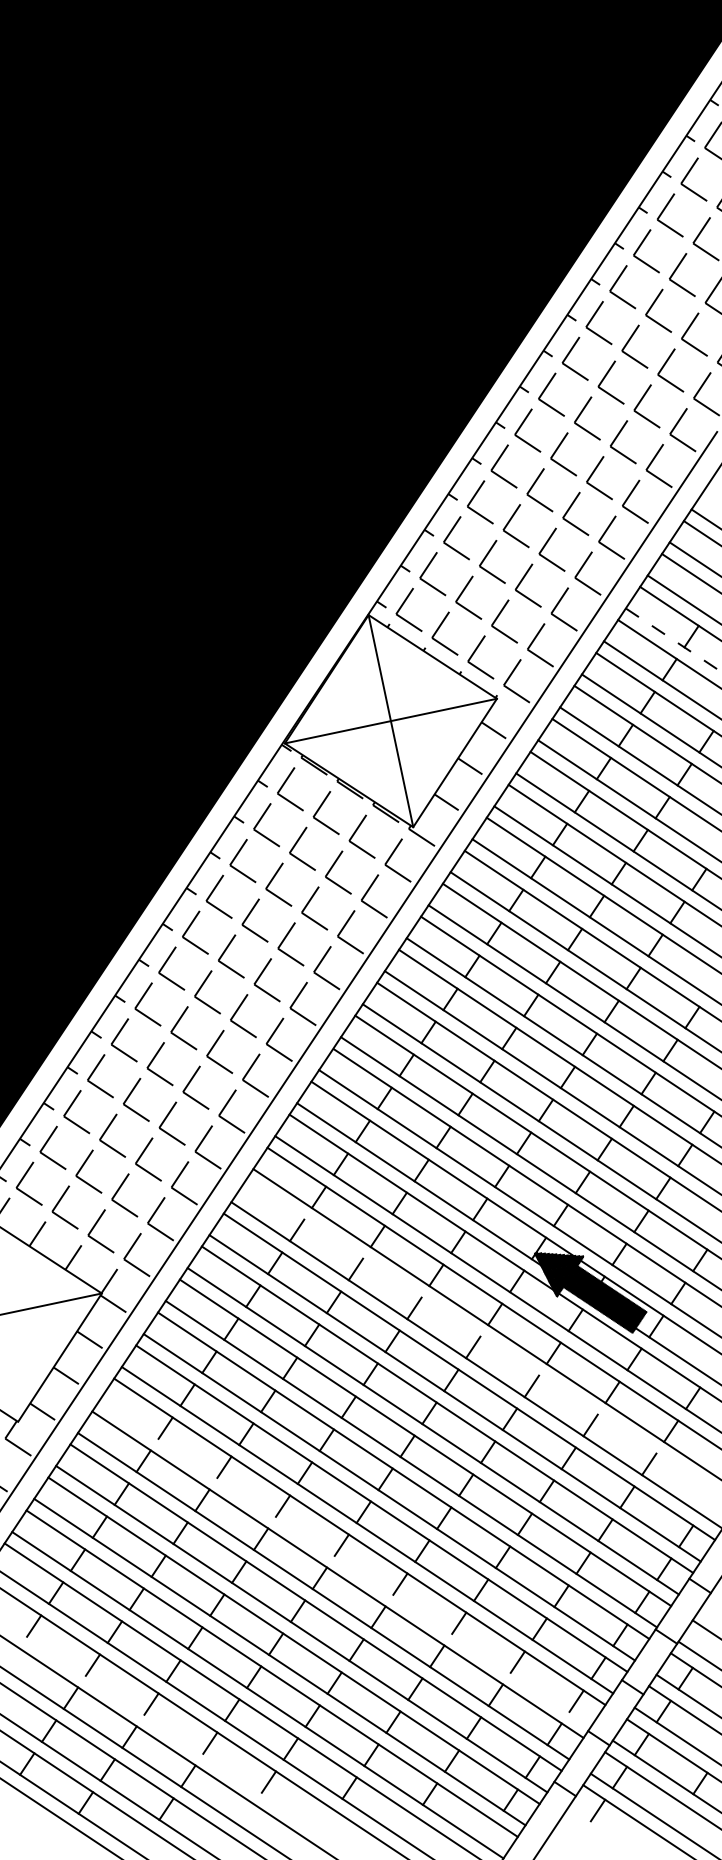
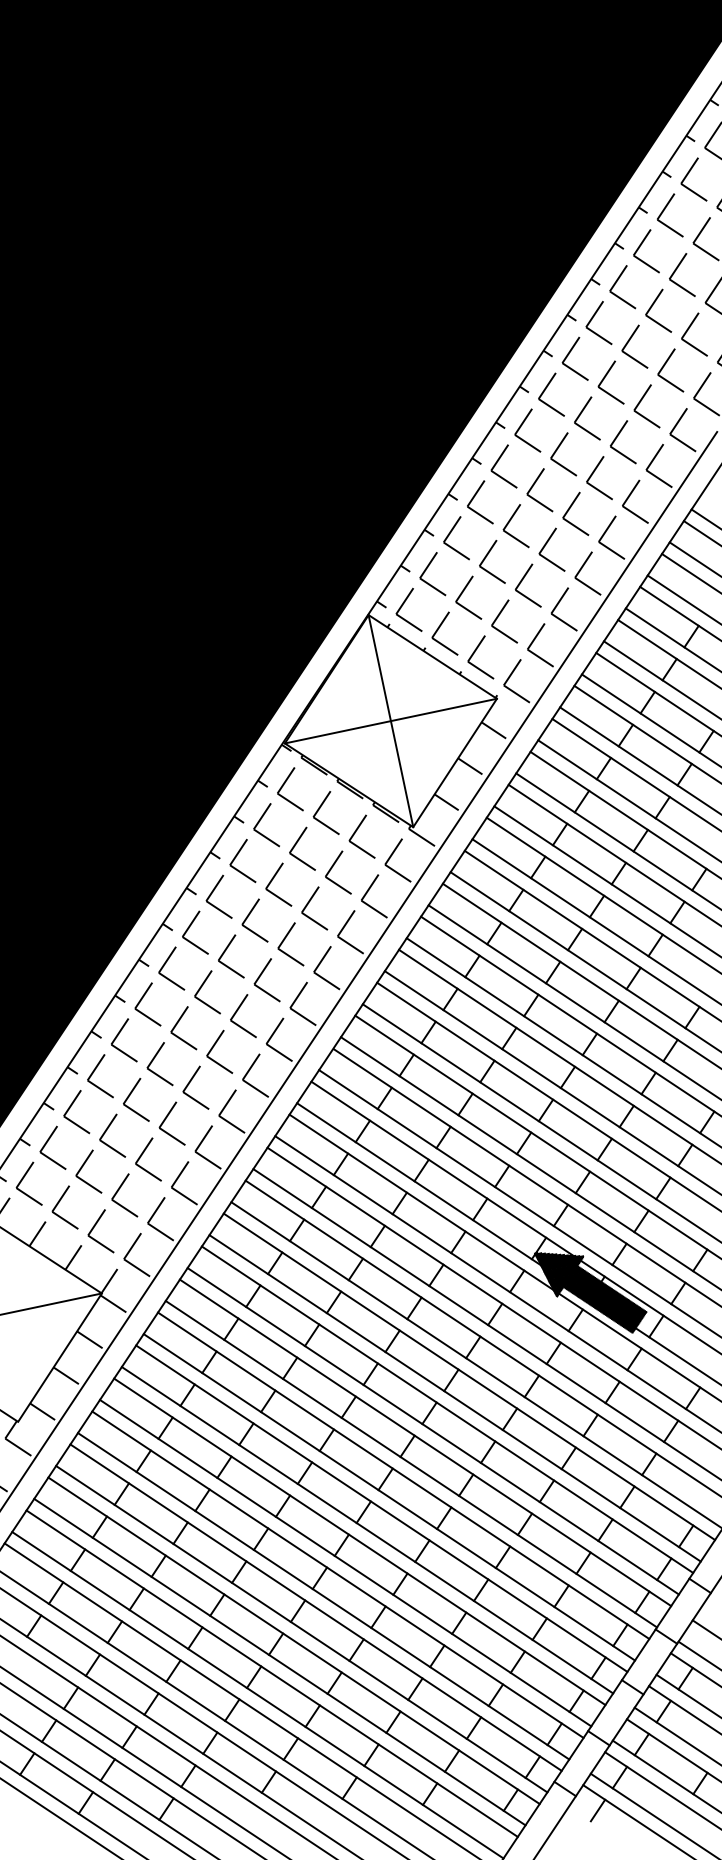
line at (674, 640): dashed -> solid
line at (481, 1337): none -> present
line at (345, 1562): none -> present
line at (180, 1738): none -> present
